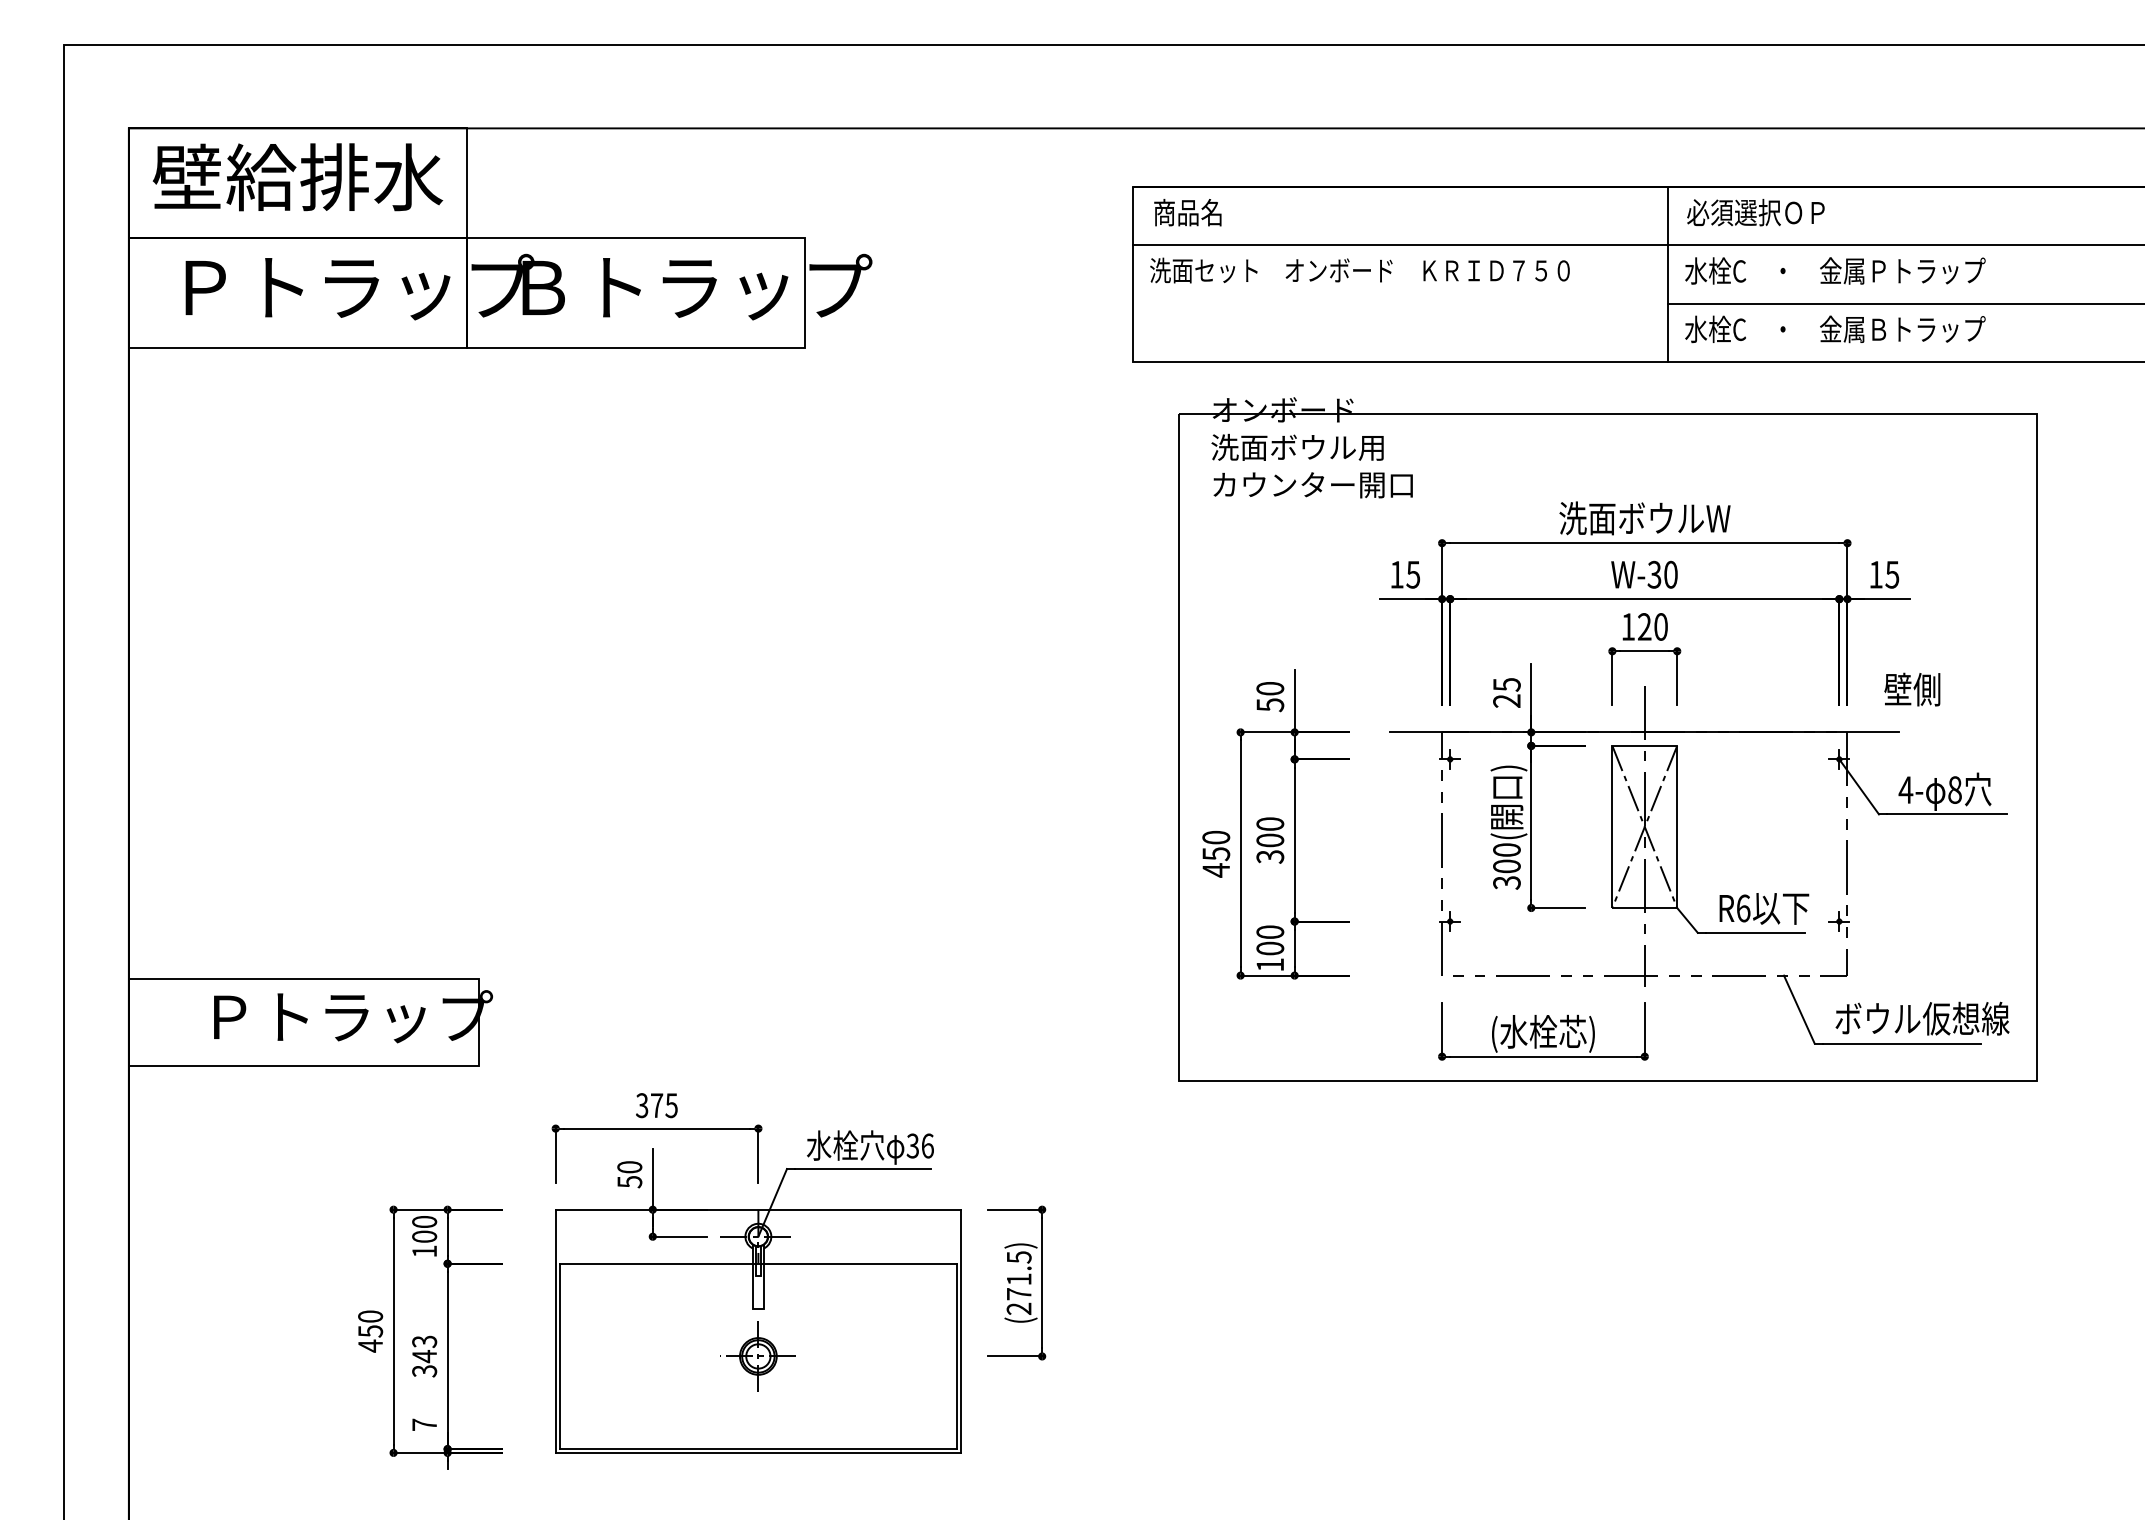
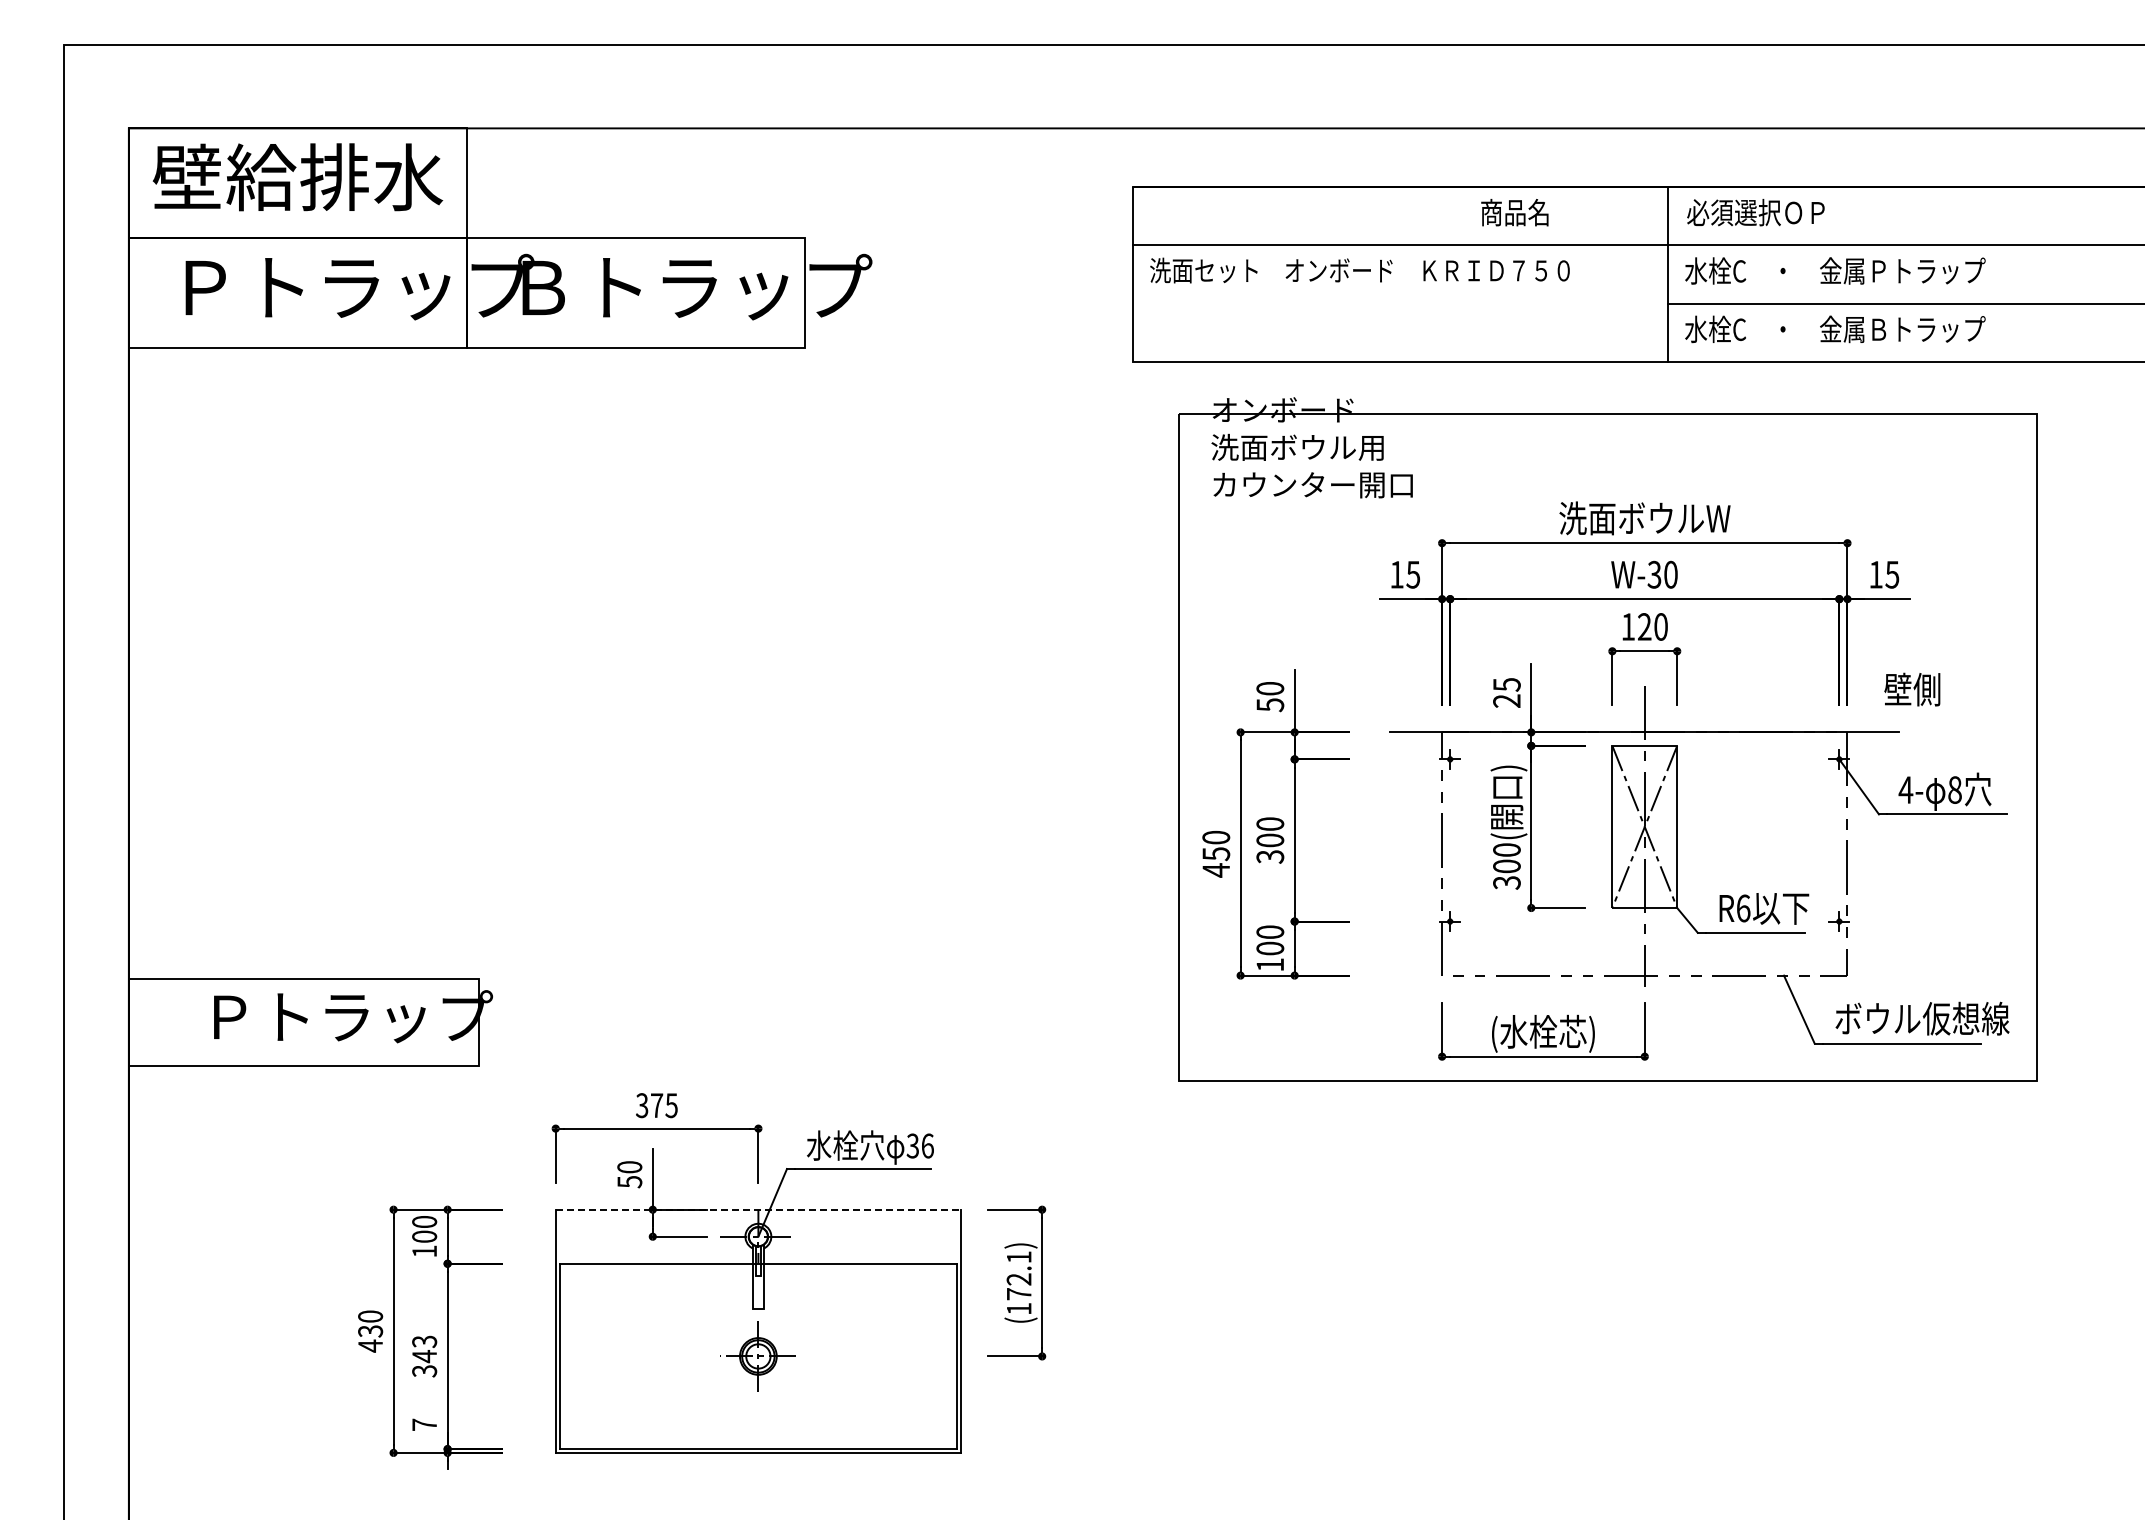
text at (1187, 212) position: (1187, 212) -> (1514, 212)
line at (758, 1209): solid -> dashed
text at (1018, 1282): (271.5) -> (172.1)
text at (370, 1331): 450 -> 430
